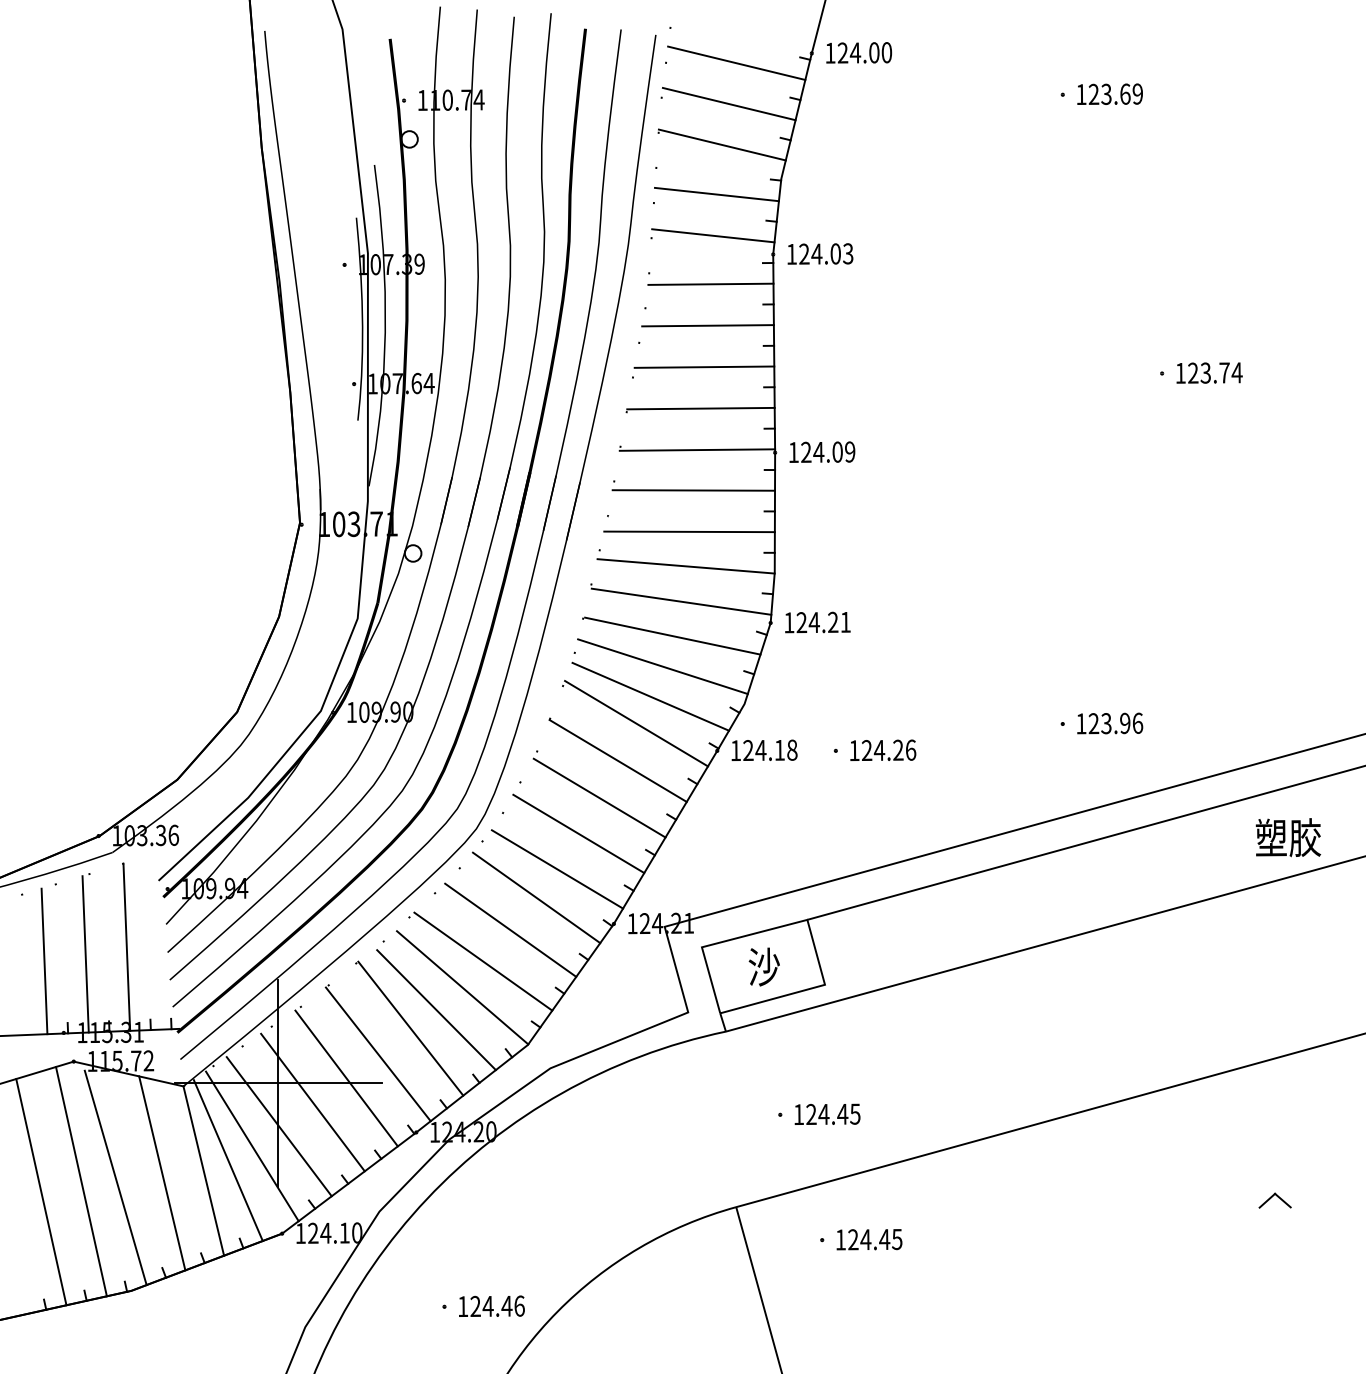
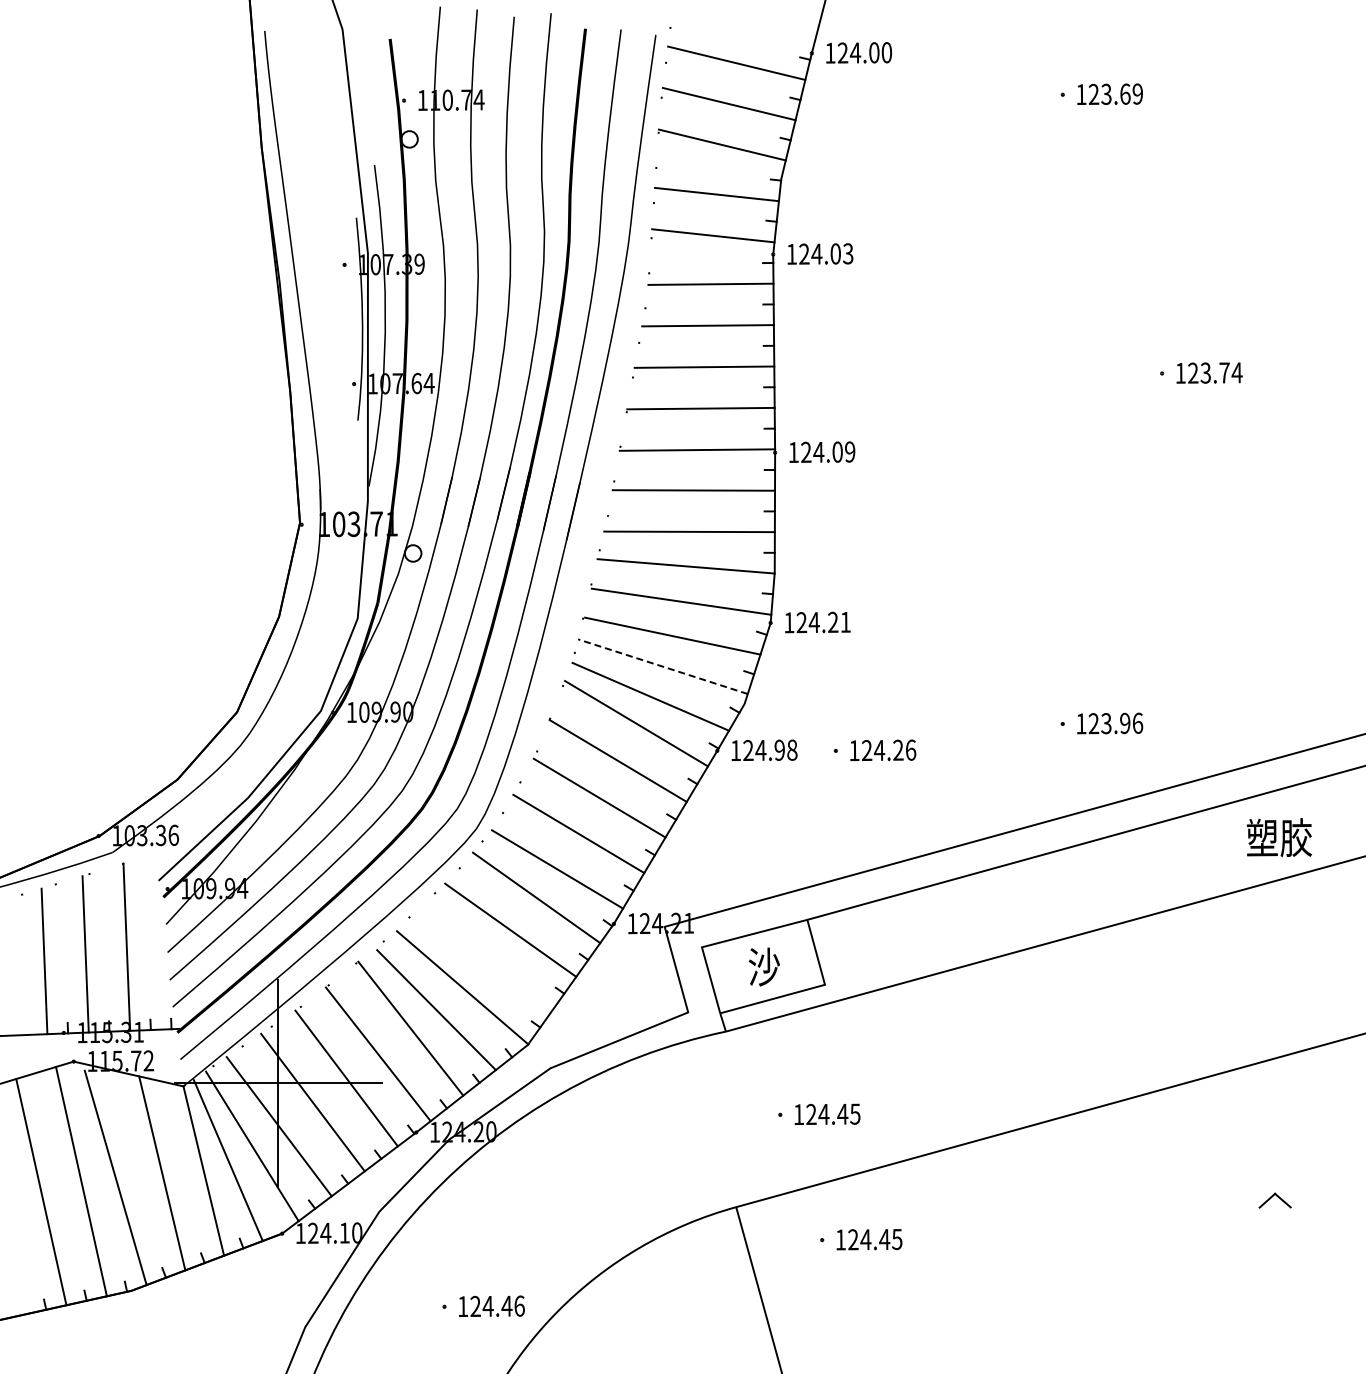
line at (662, 666): solid -> dashed
text at (779, 749): 124.18 -> 124.98
text at (1288, 837) position: (1288, 837) -> (1279, 837)
line at (483, 961): present -> none
